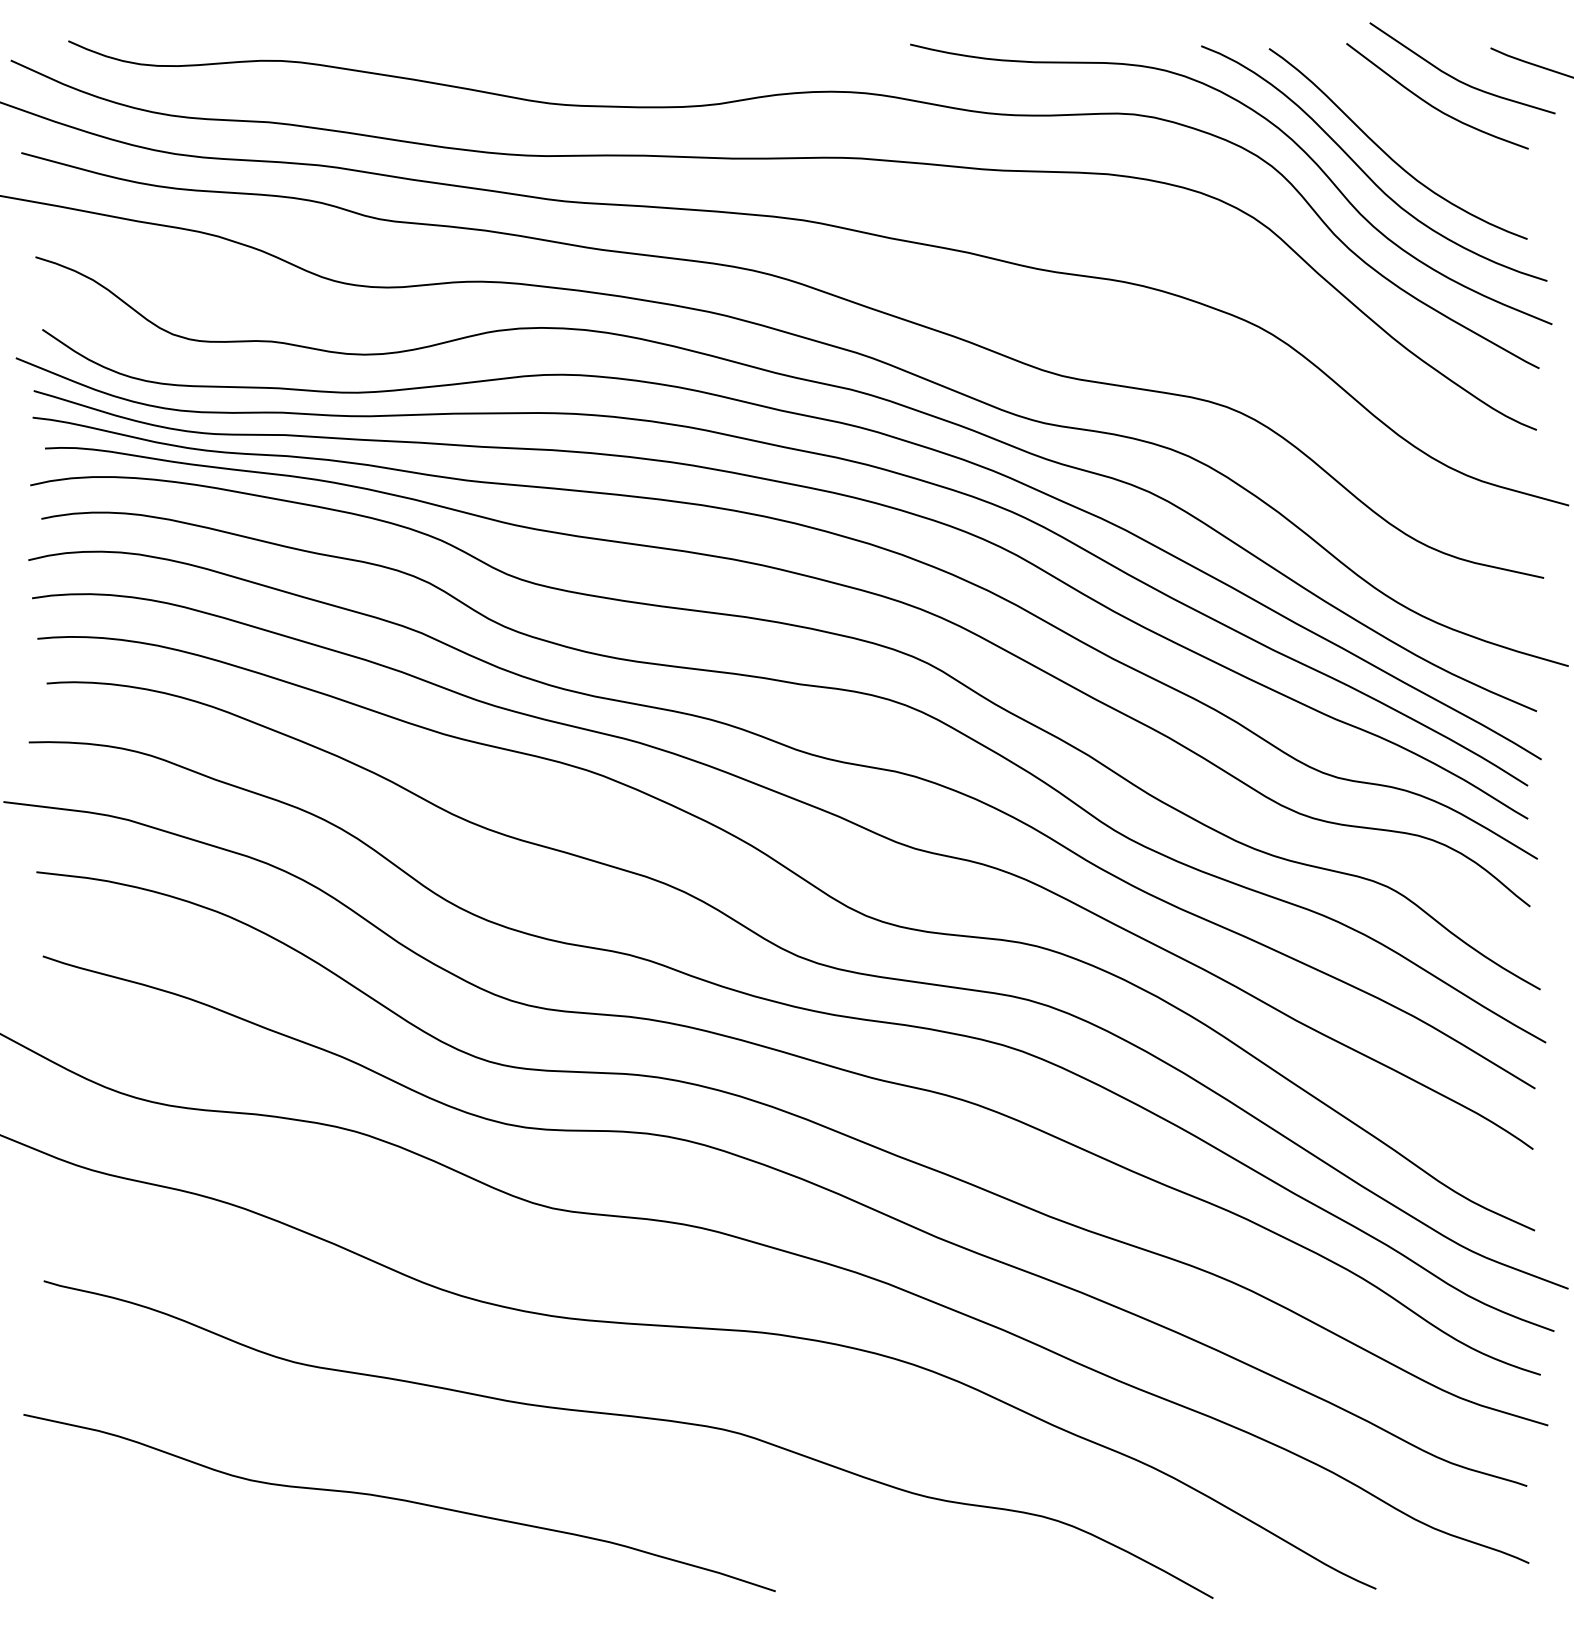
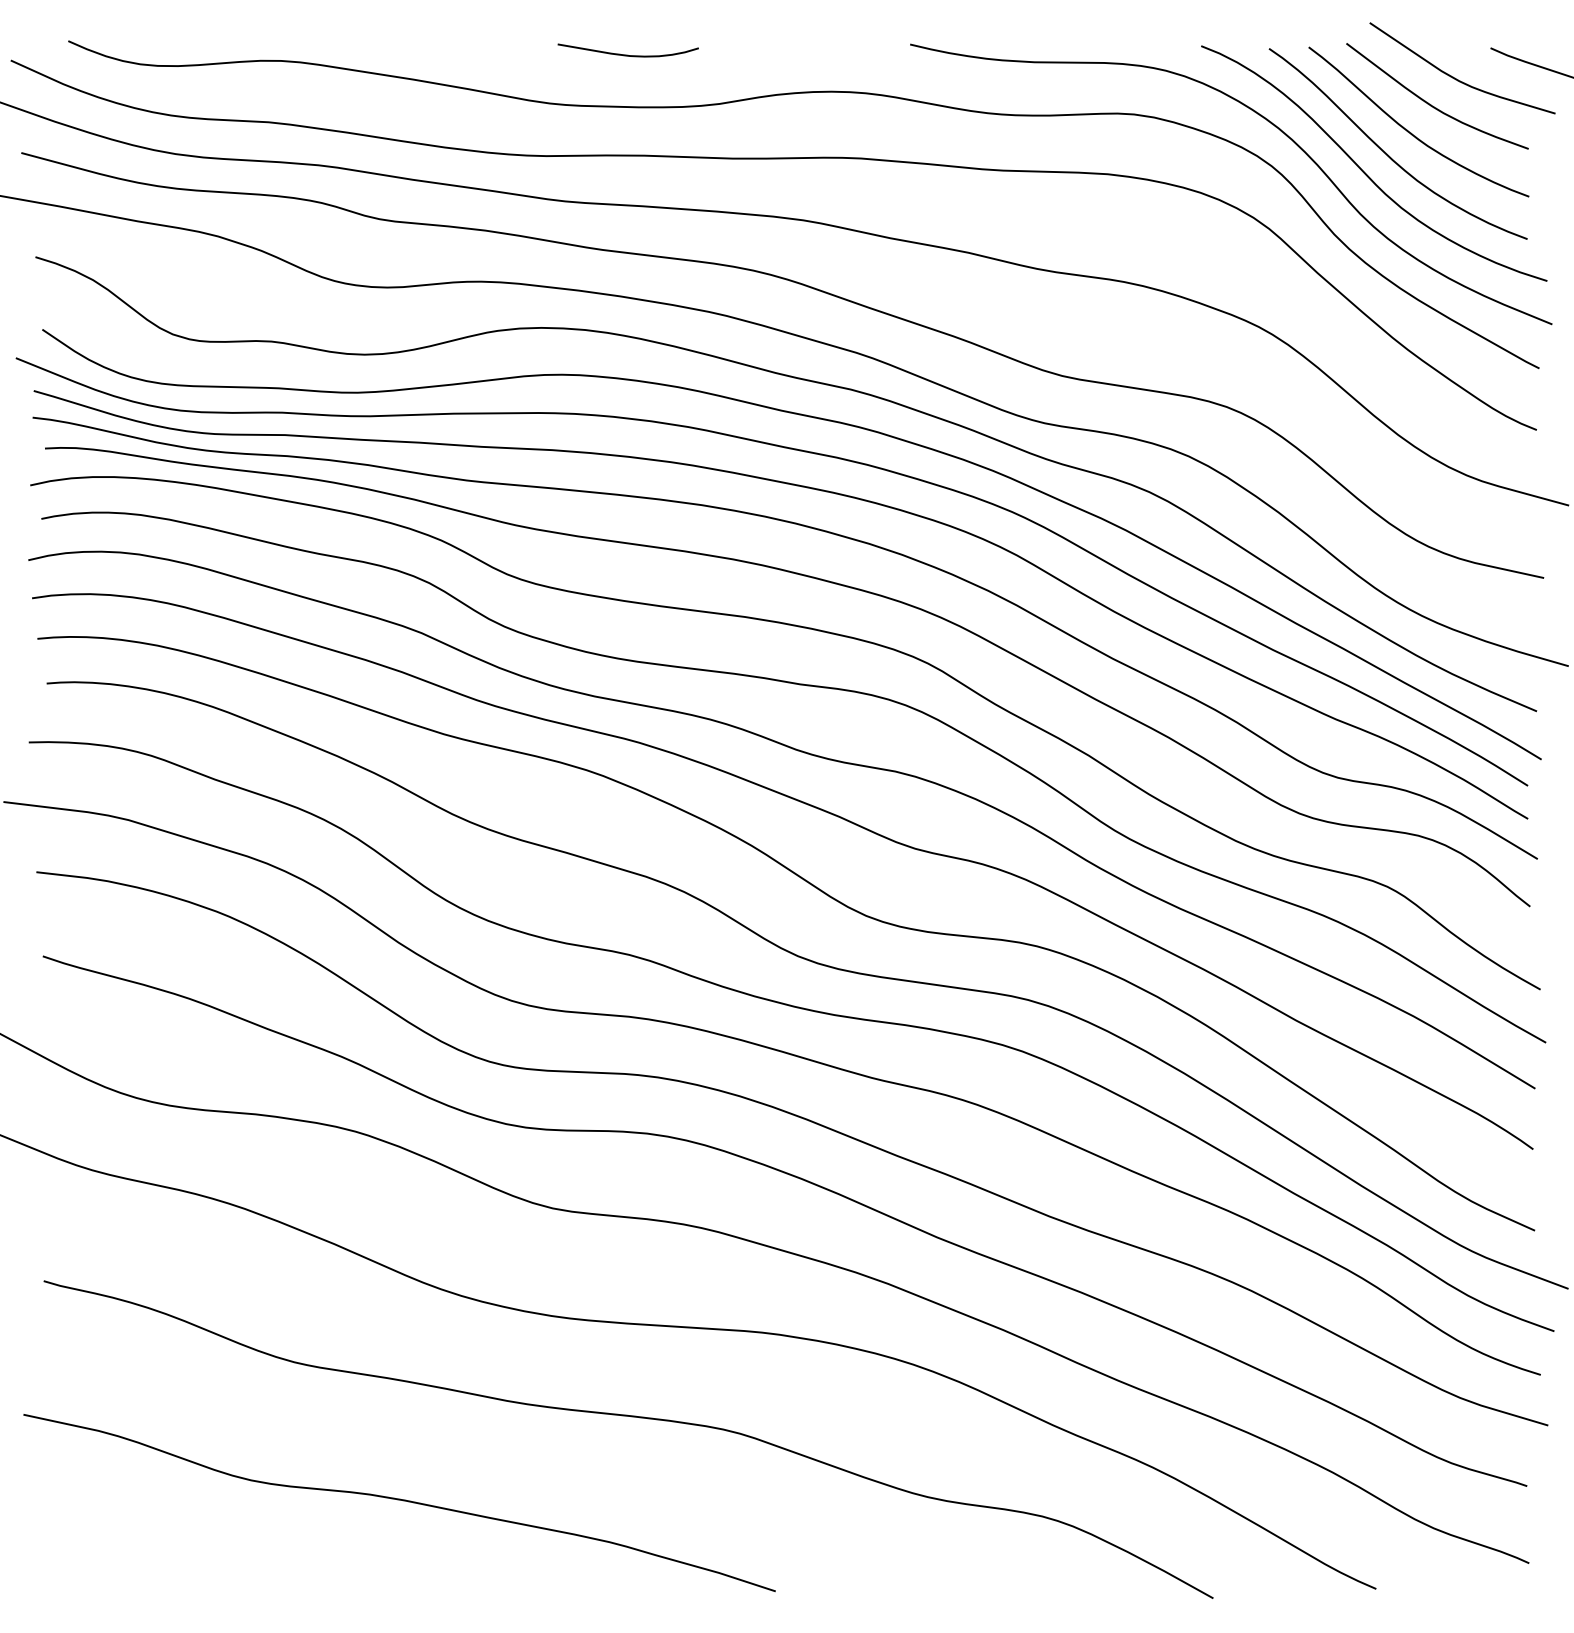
curve at (627, 54): none -> present
curve at (1411, 132): none -> present
